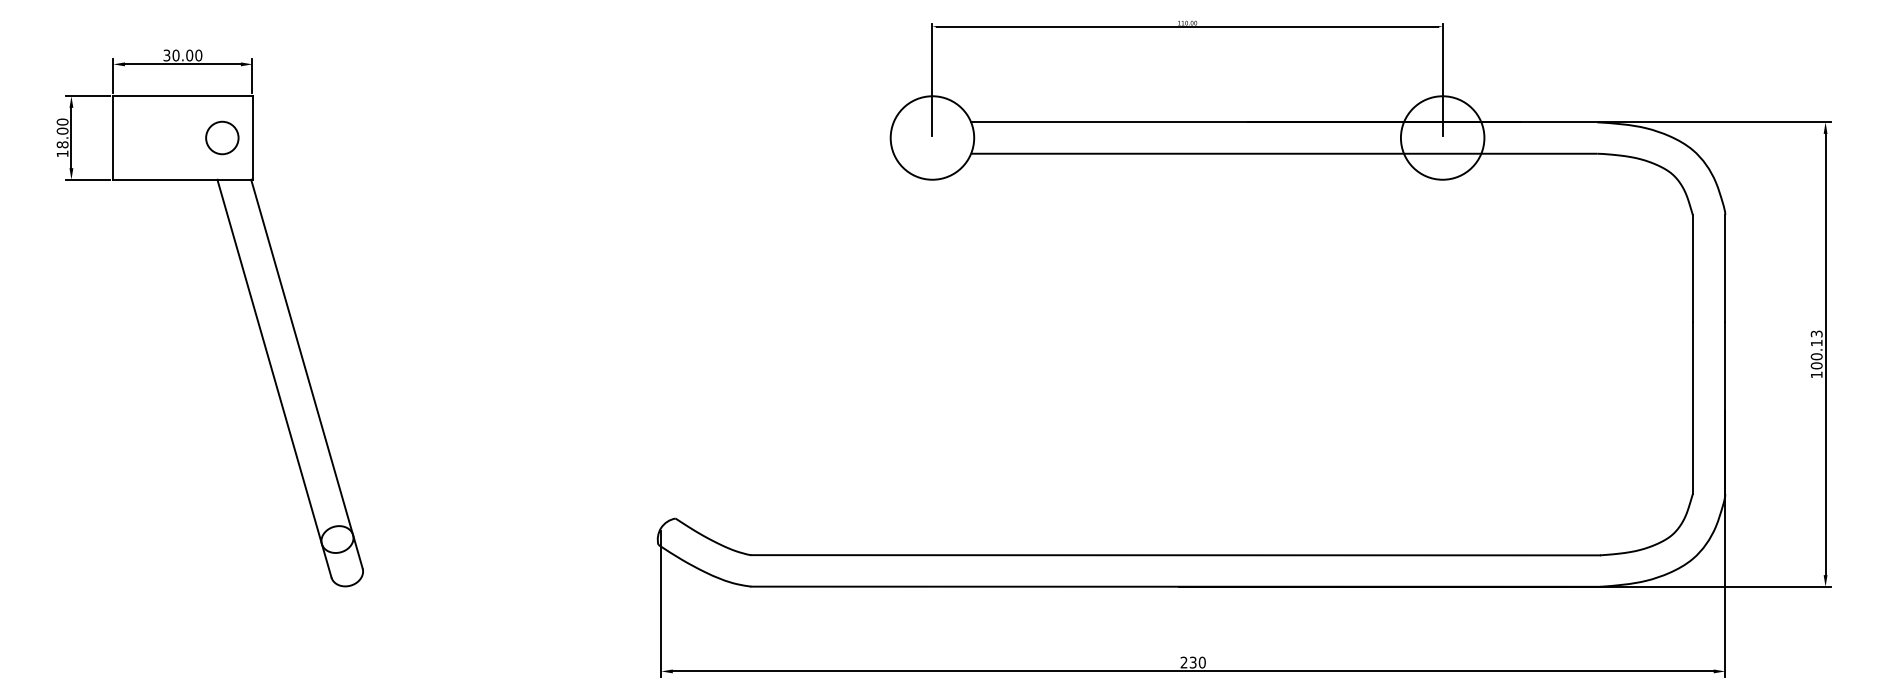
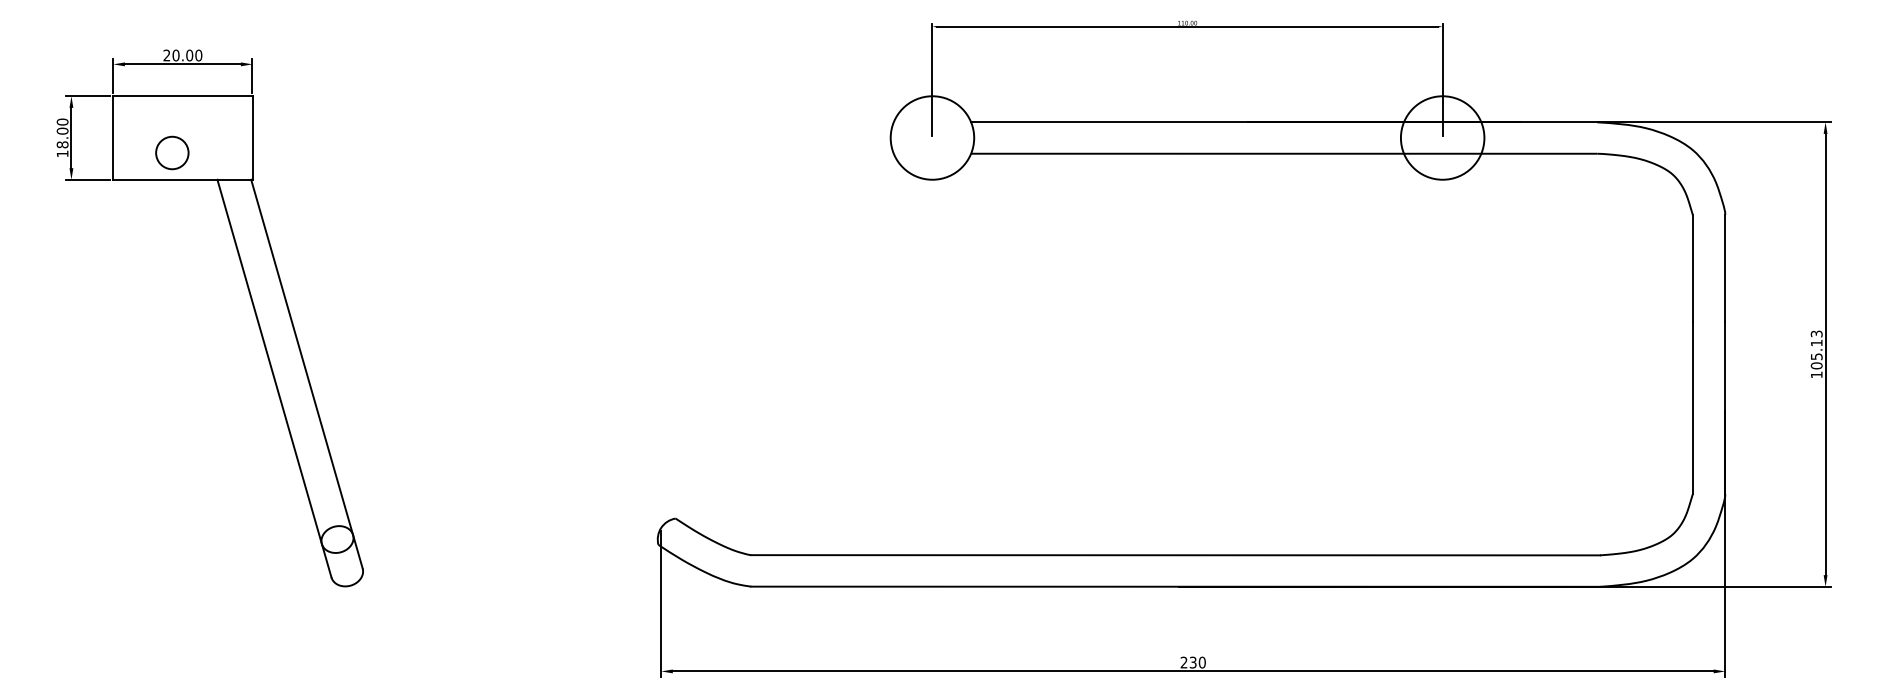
text at (166, 55): 30.00 -> 20.00
circle at (222, 137) position: (222, 137) -> (172, 152)
text at (1816, 356): 100.13 -> 105.13
